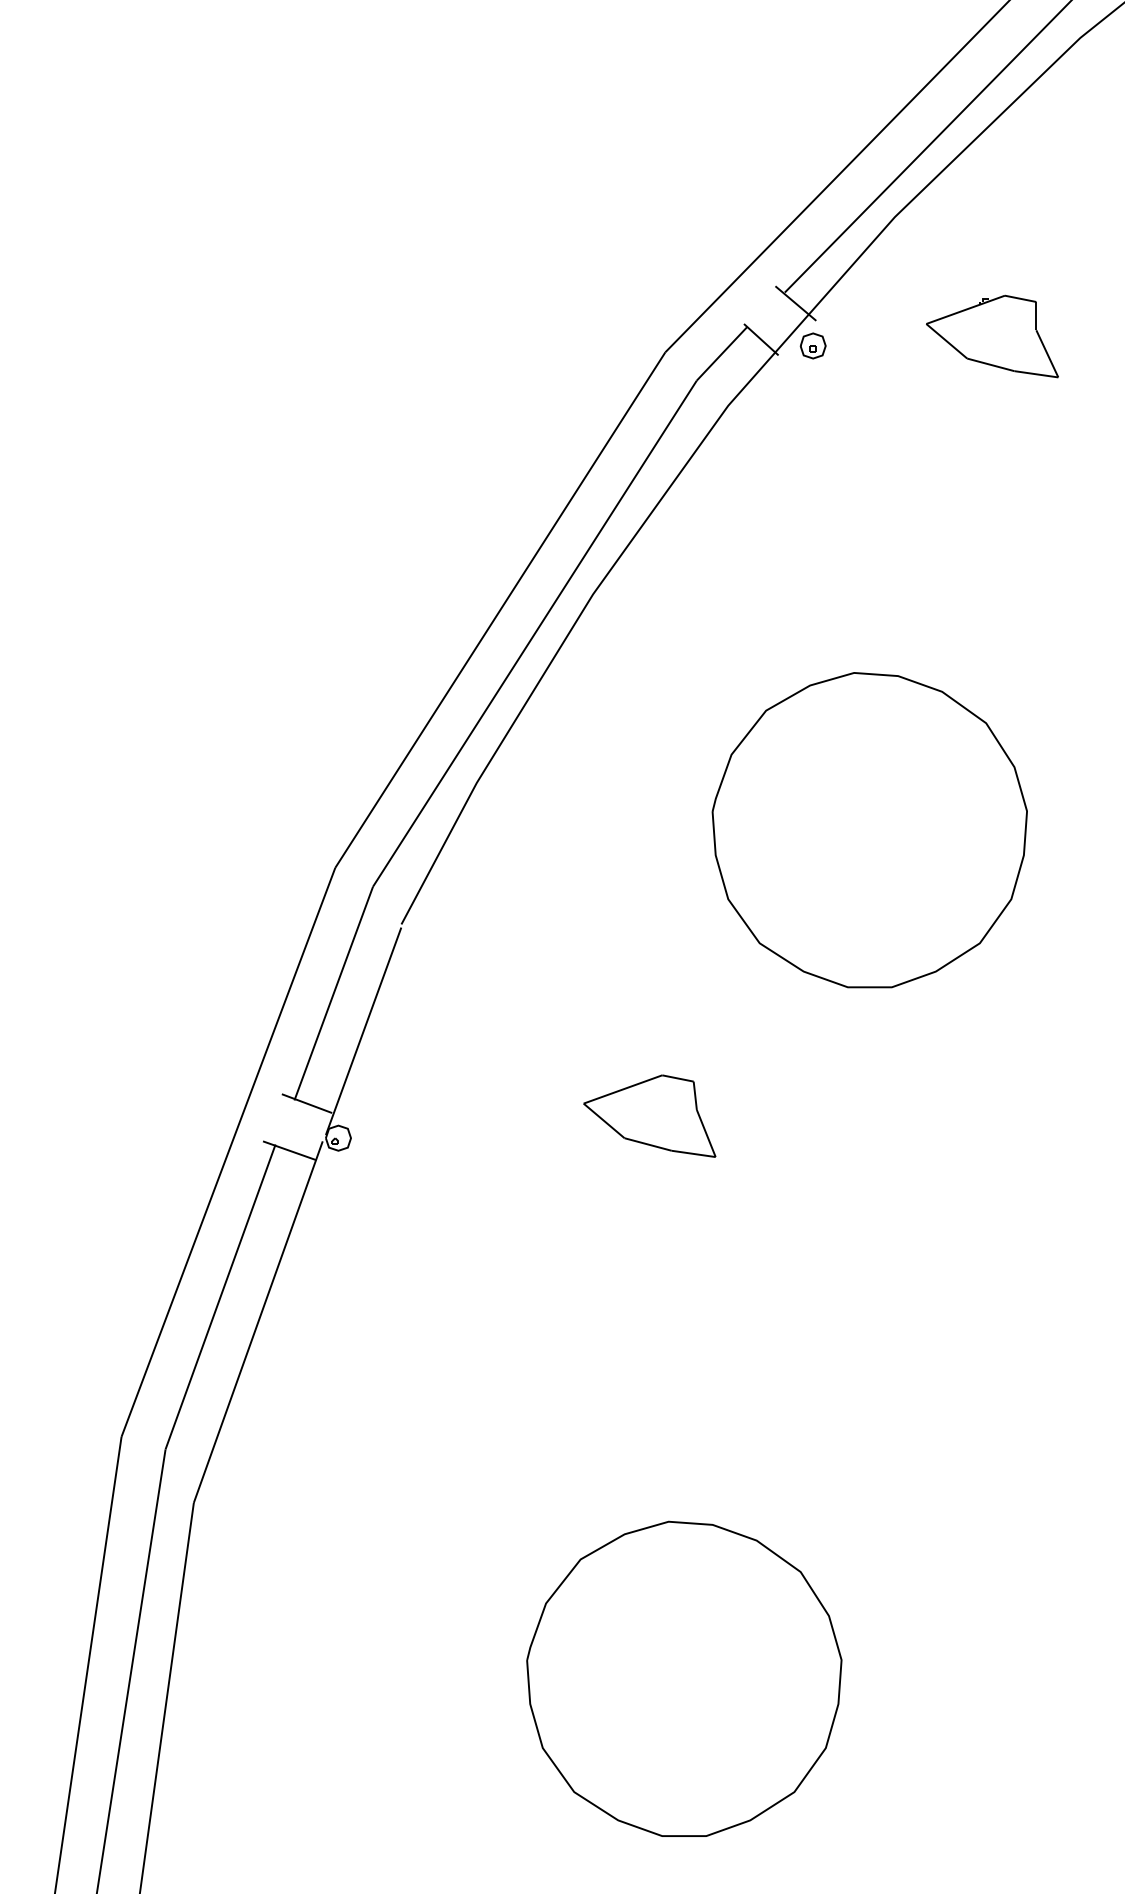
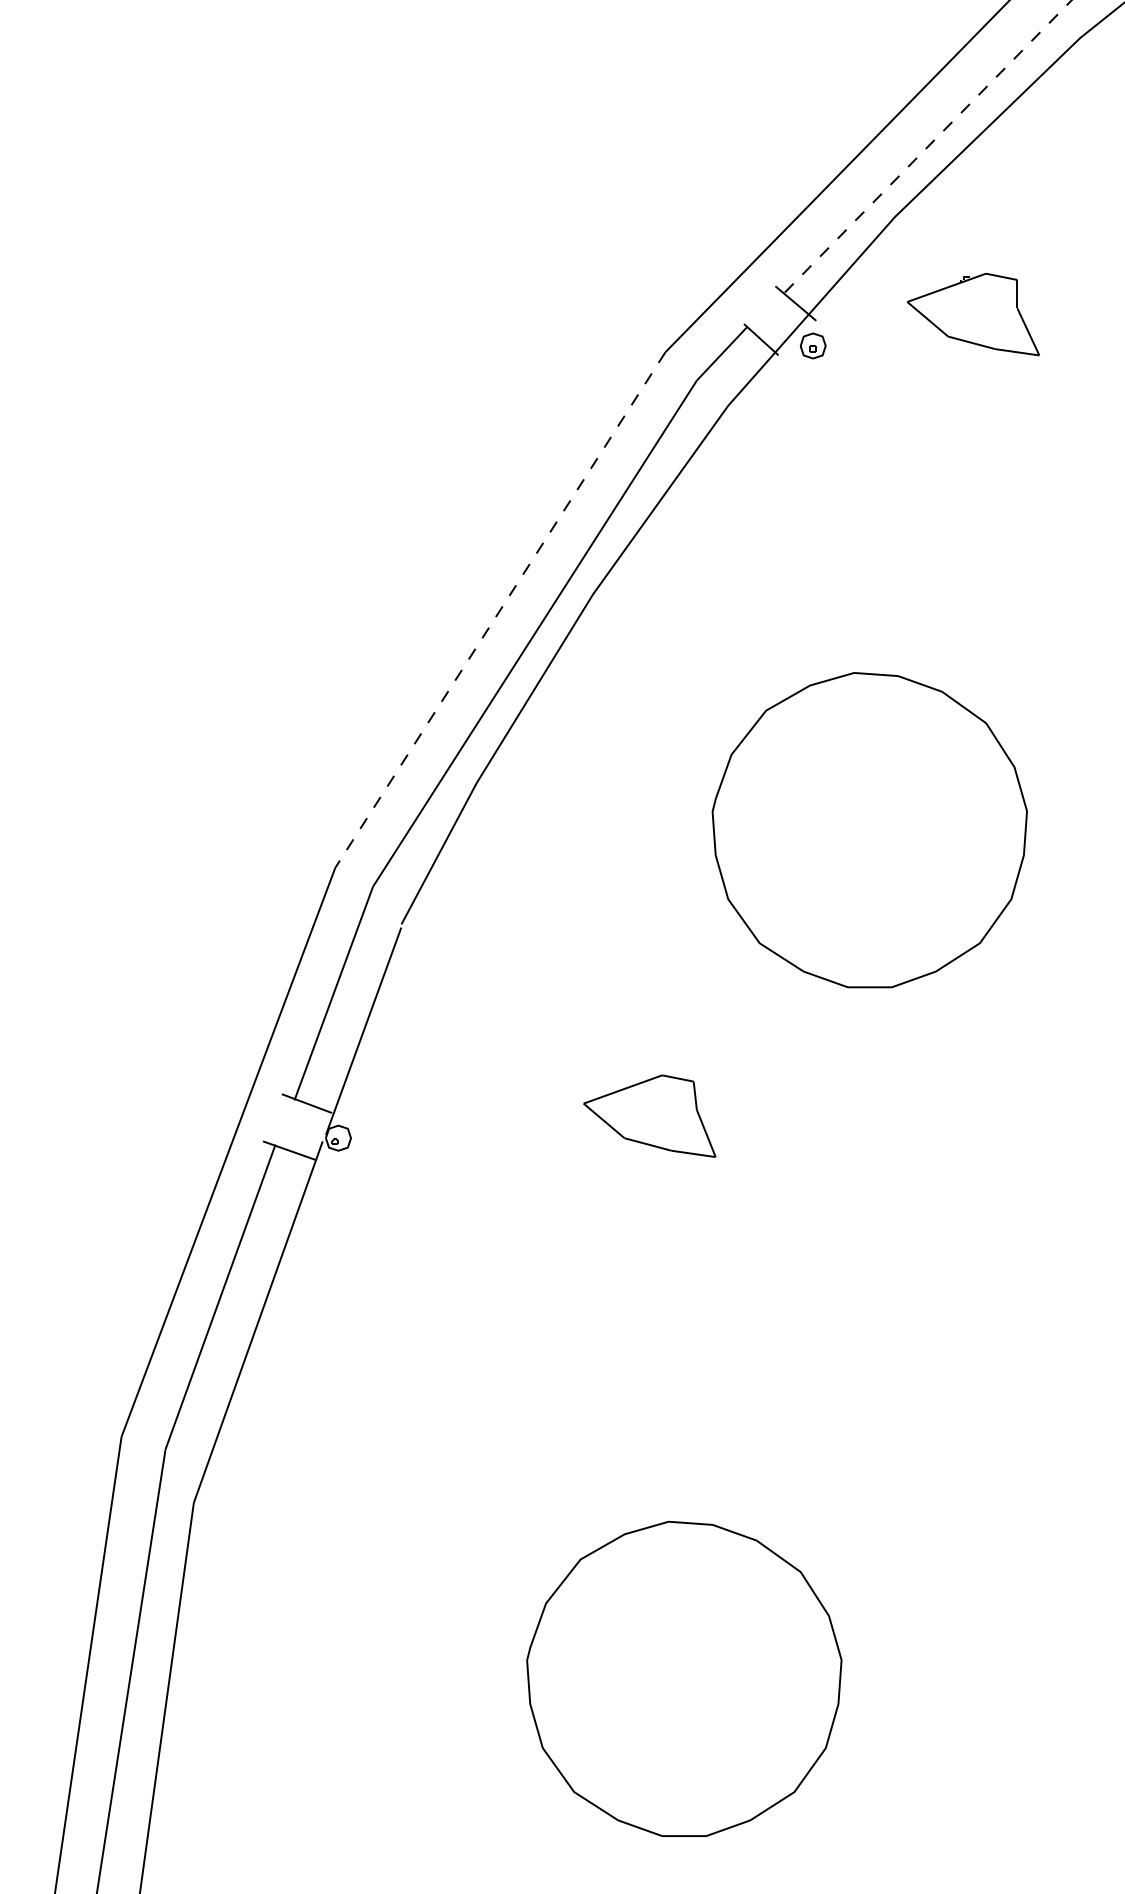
line at (928, 146): solid -> dashed
part at (992, 336) position: (992, 336) -> (973, 314)
line at (500, 610): solid -> dashed
